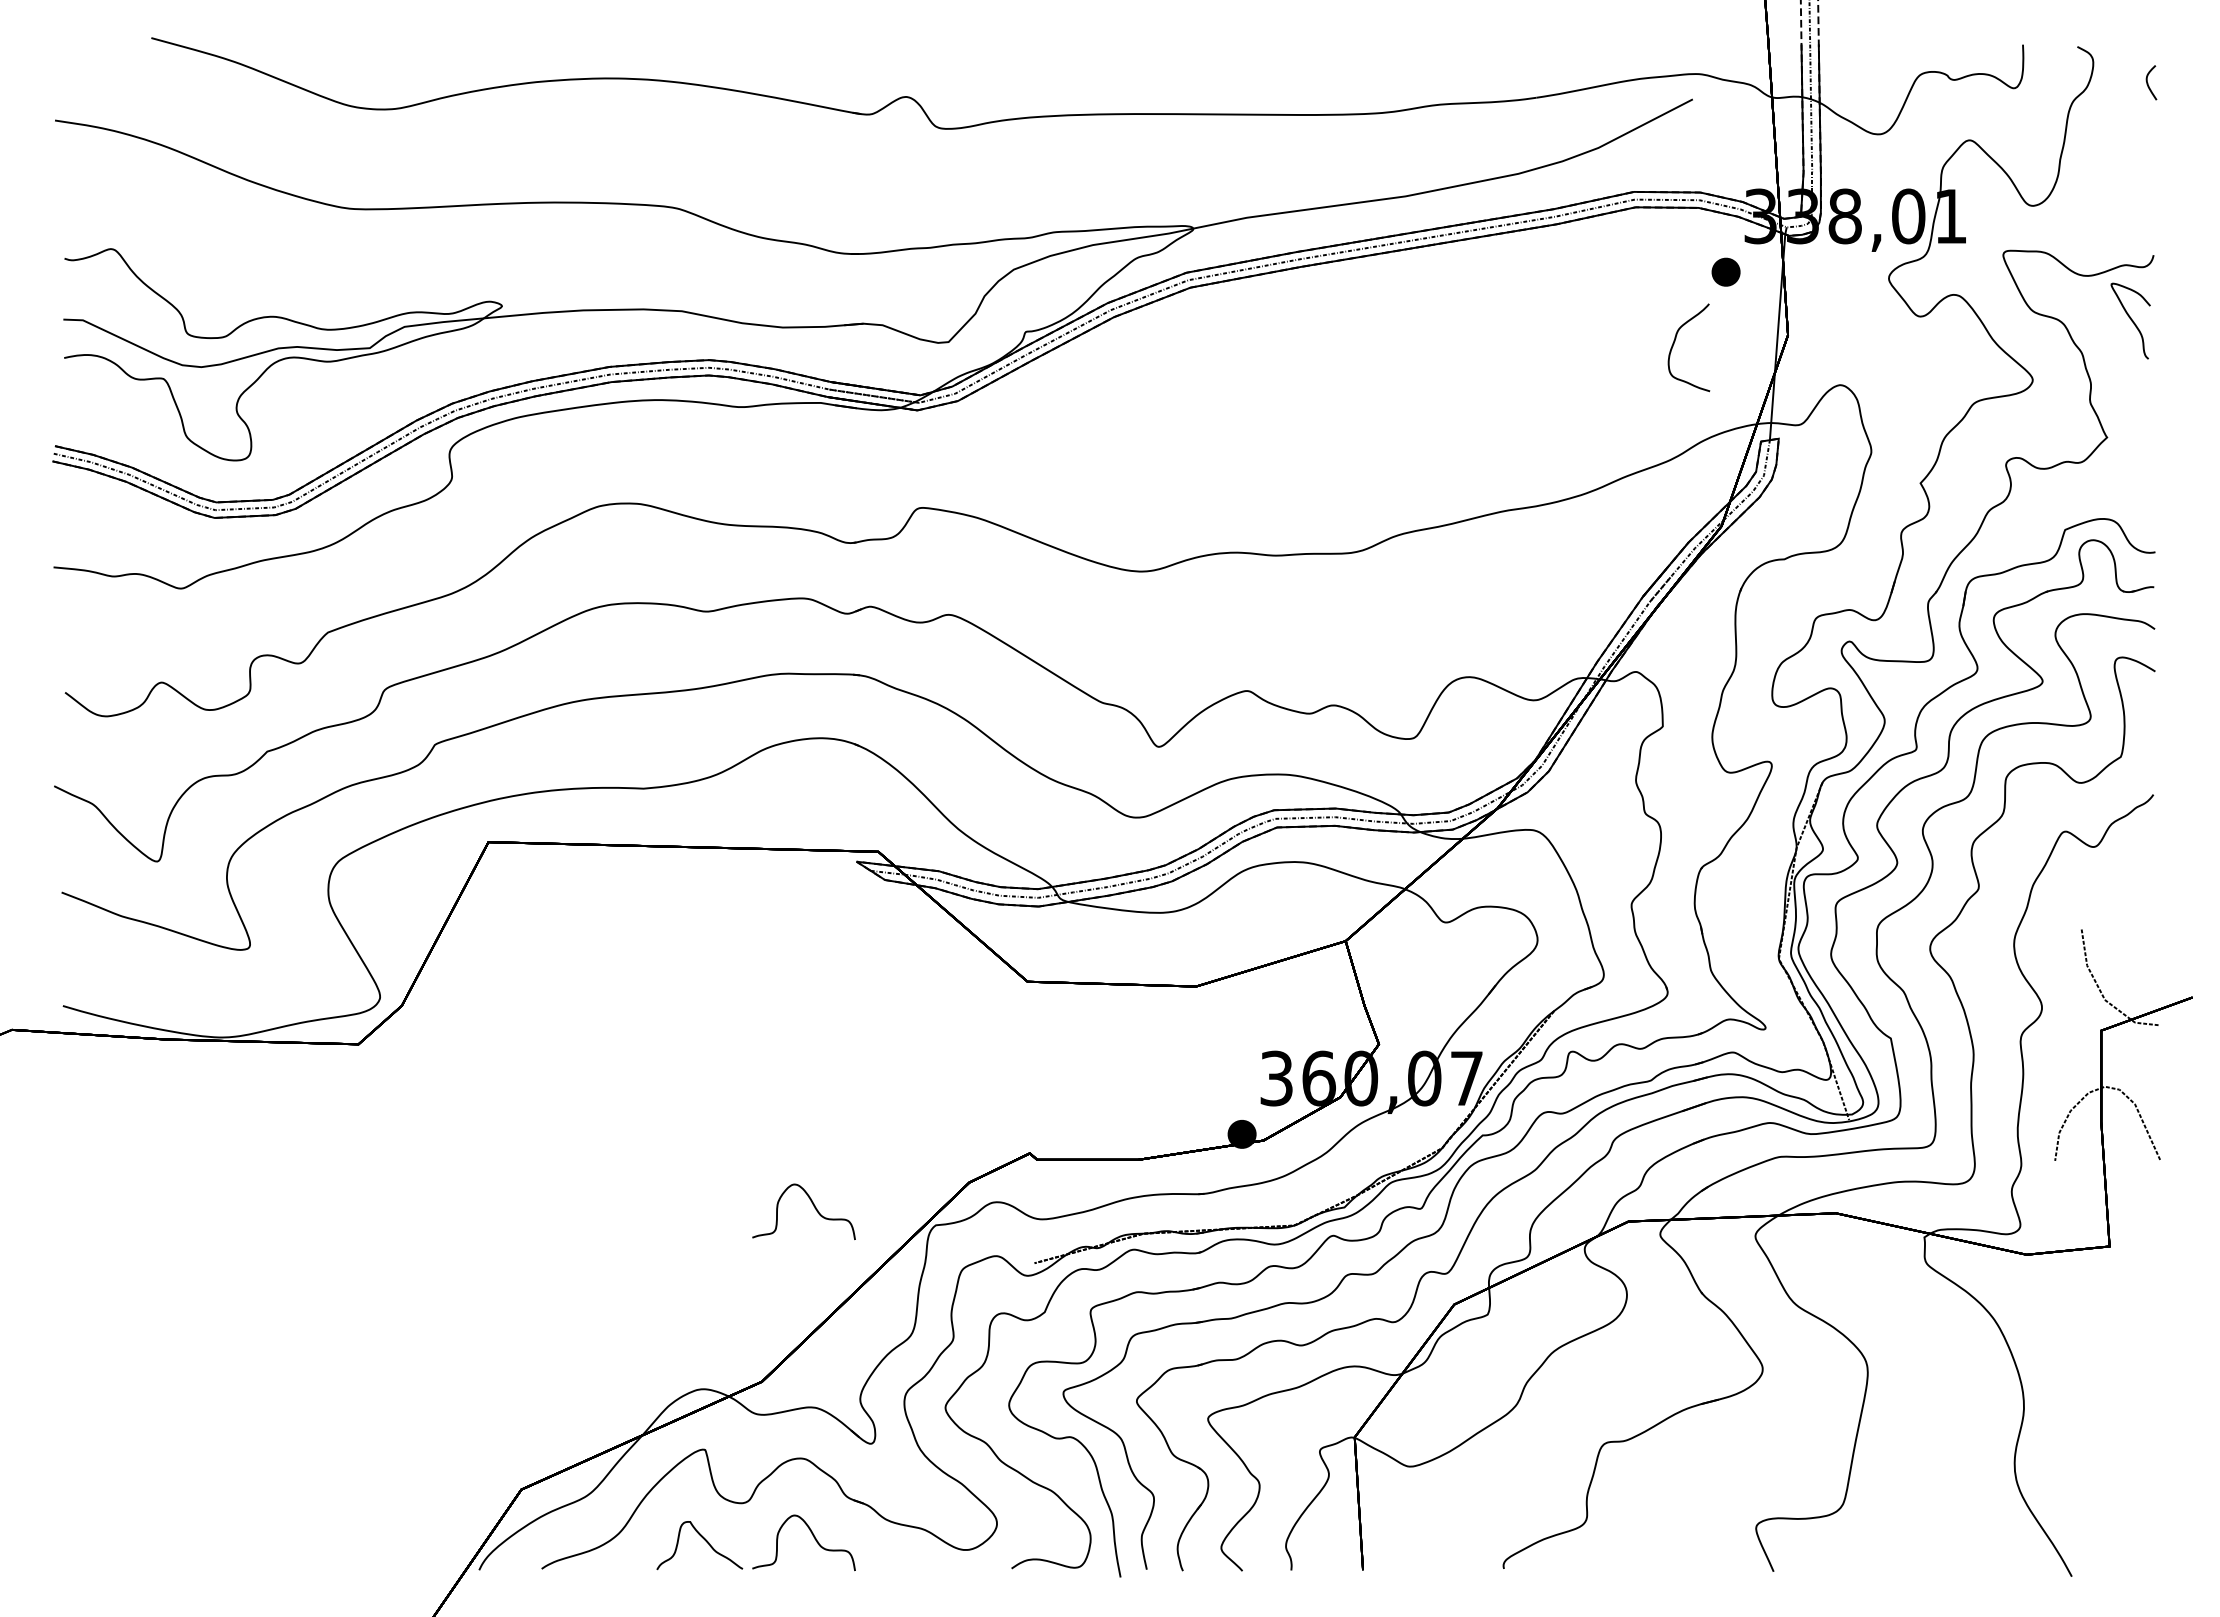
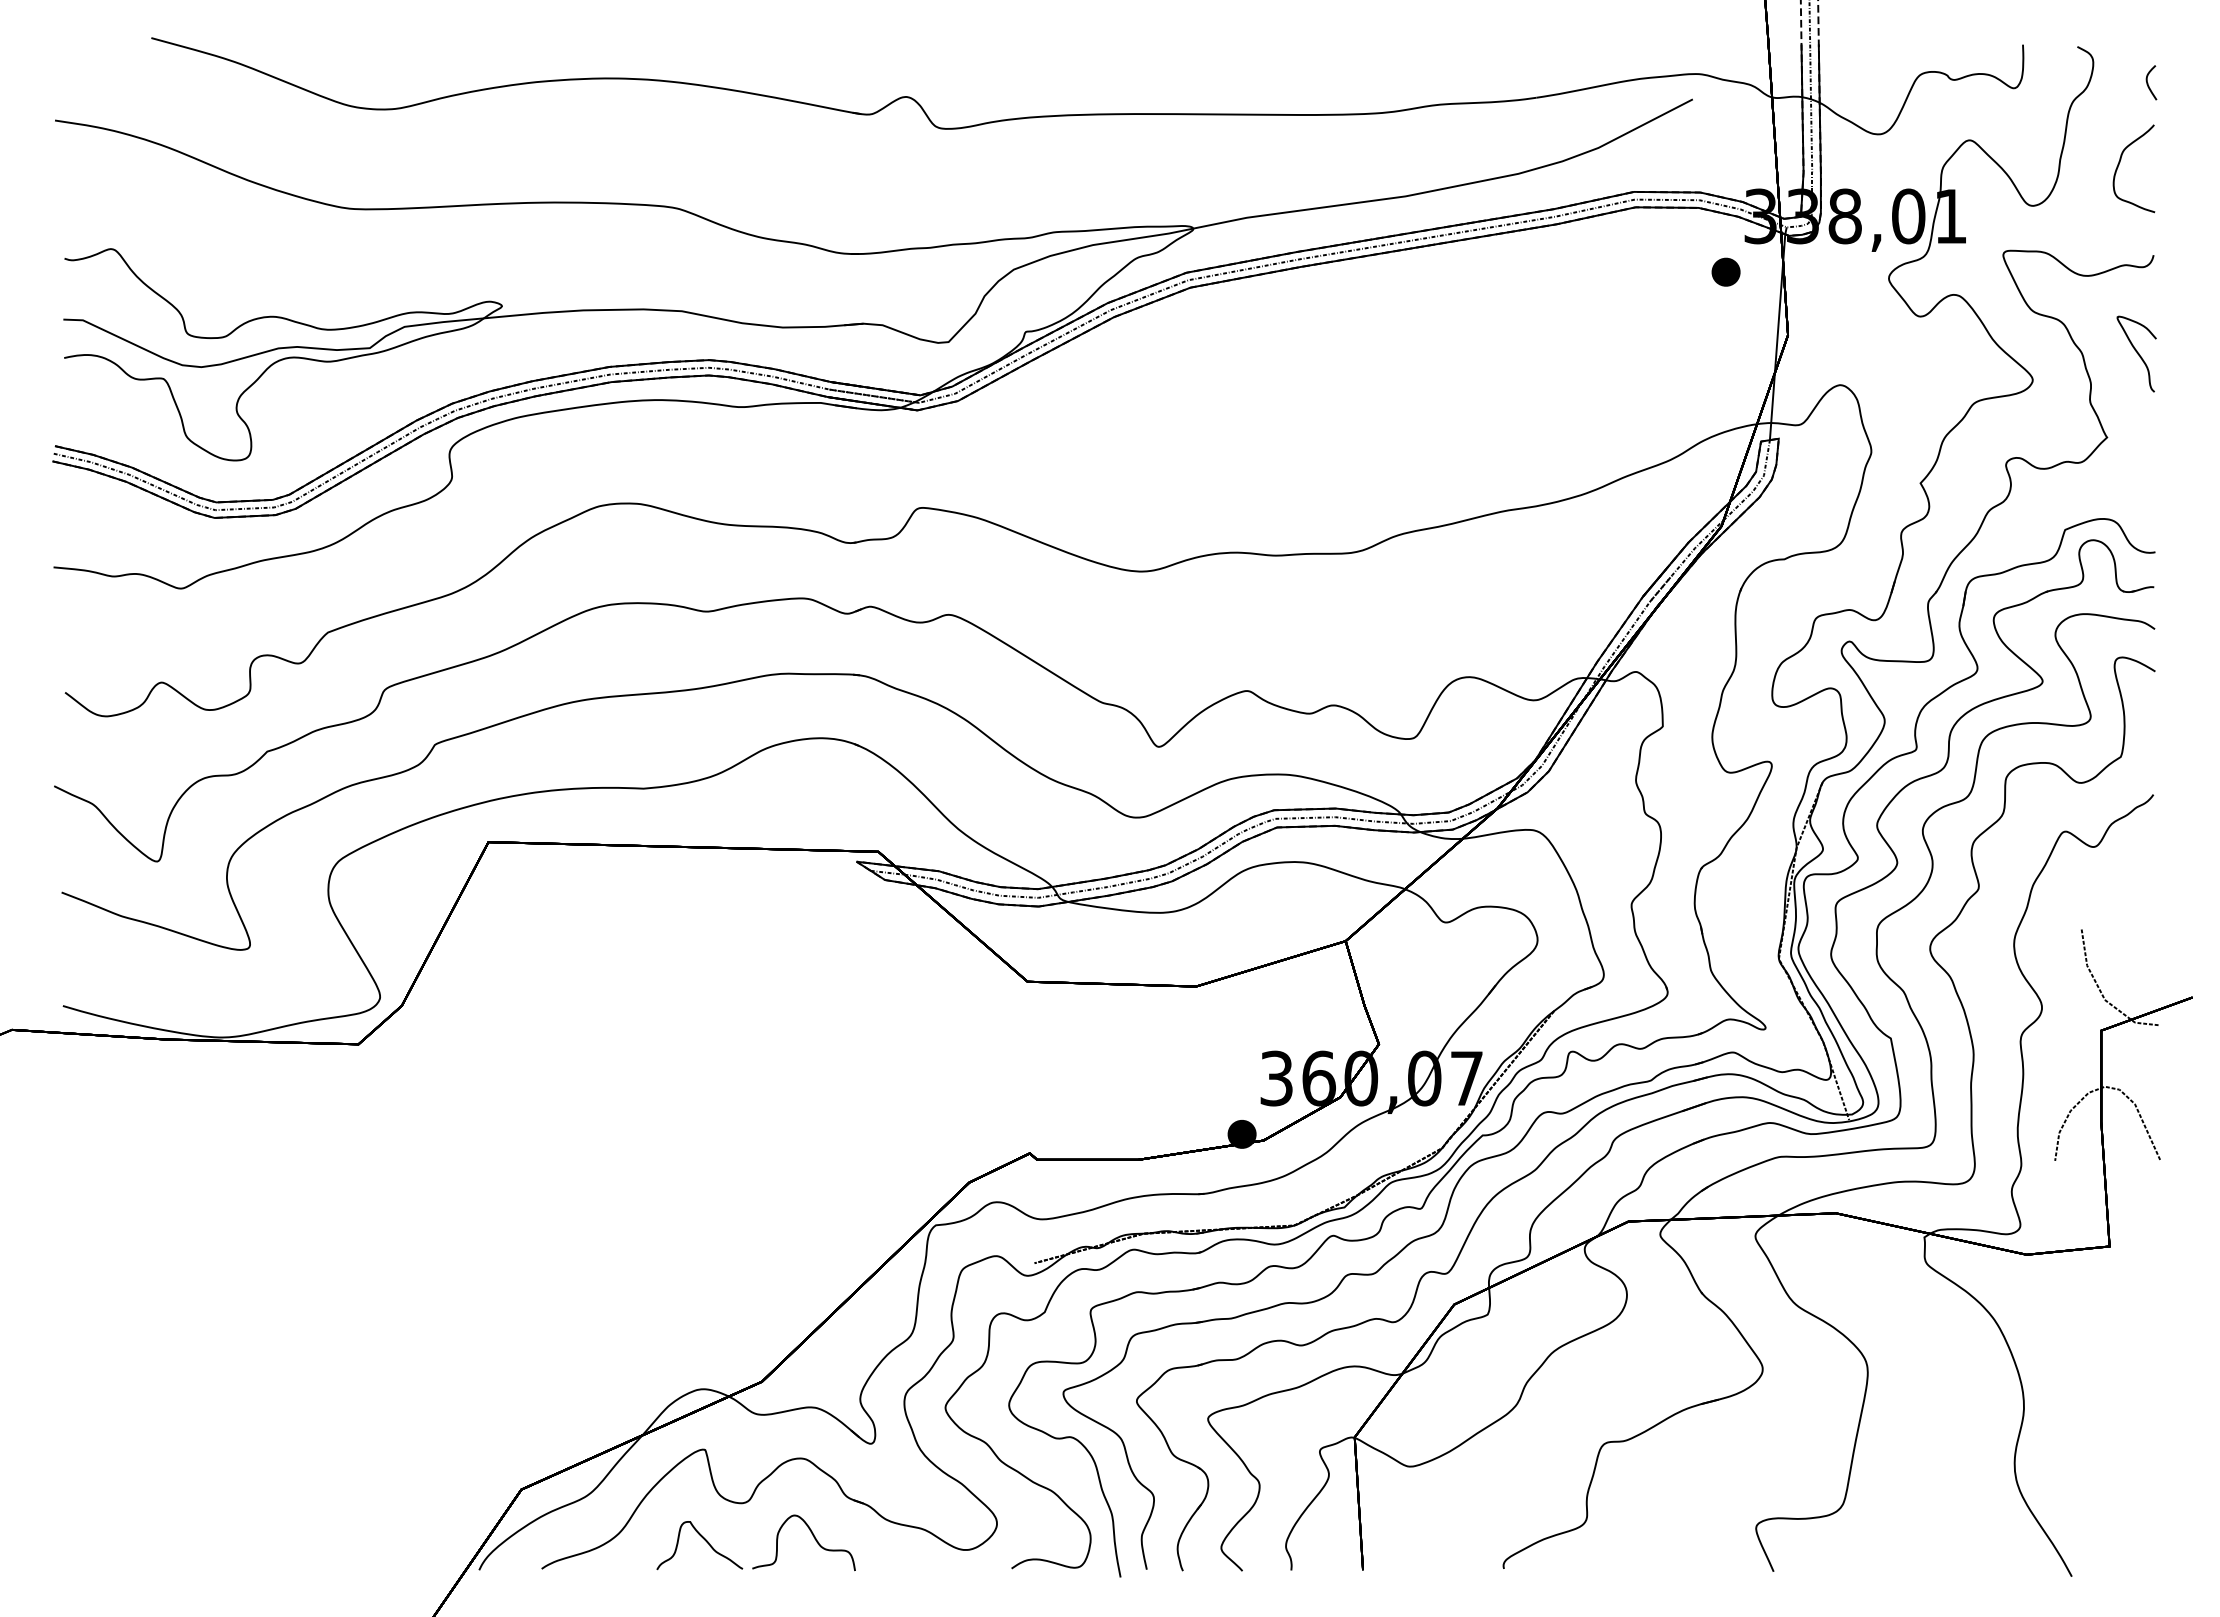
curve at (2130, 319) position: (2130, 319) -> (2136, 352)
curve at (1675, 341) position: (1675, 341) -> (2120, 162)
curve at (813, 1206): present -> none
